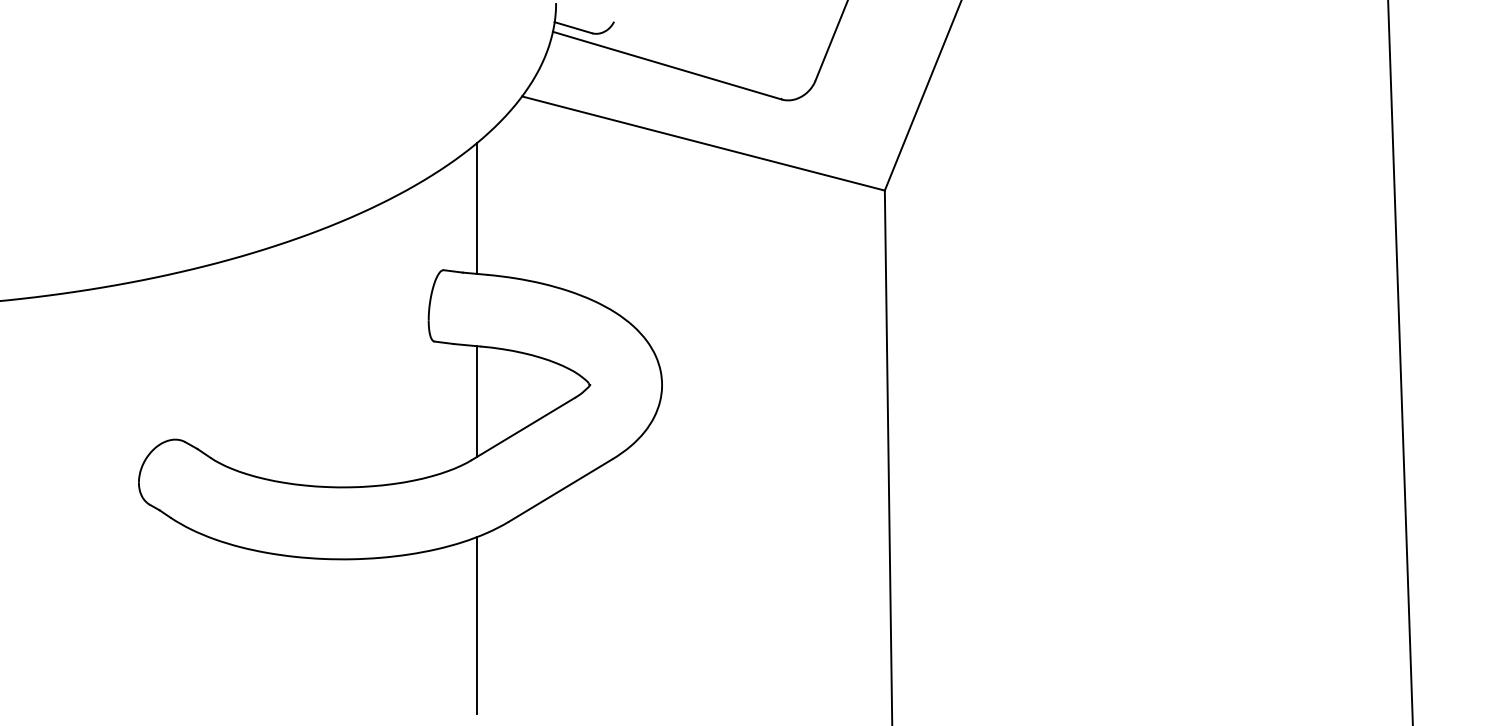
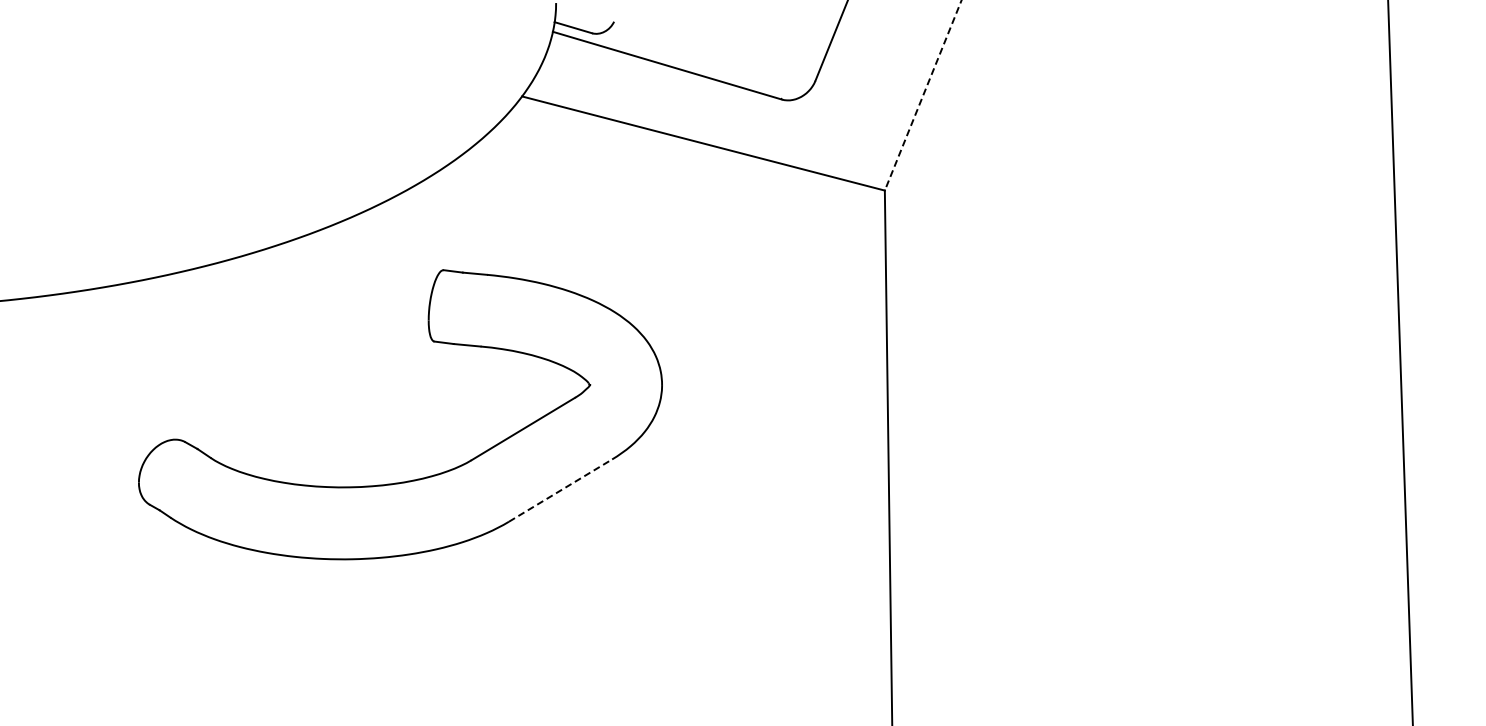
line at (923, 96): solid -> dashed
line at (476, 208): present -> none
line at (476, 401): present -> none
line at (561, 490): solid -> dashed
line at (476, 625): present -> none
